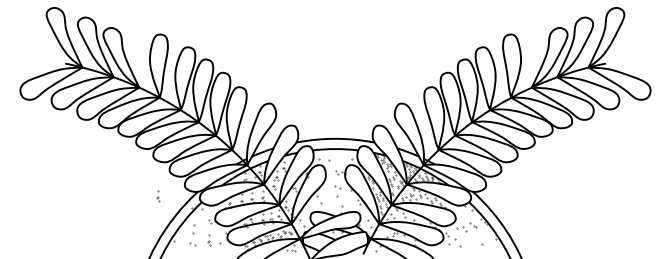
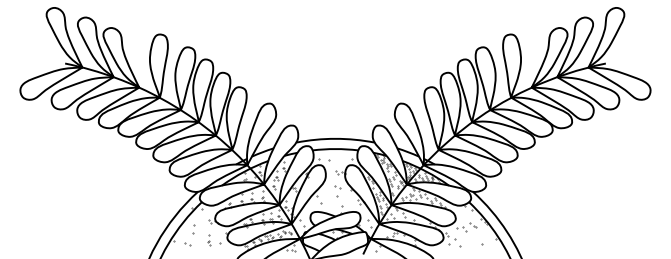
part at (158, 196): present -> none
part at (192, 244) position: (192, 244) -> (187, 244)
